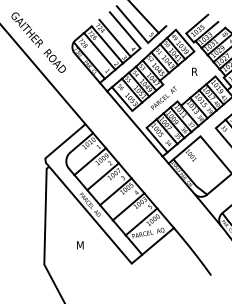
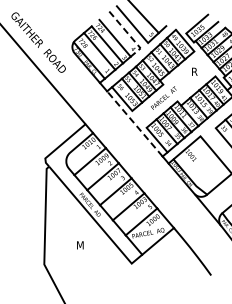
line at (129, 35): solid -> dashed
line at (134, 123): solid -> dashed
